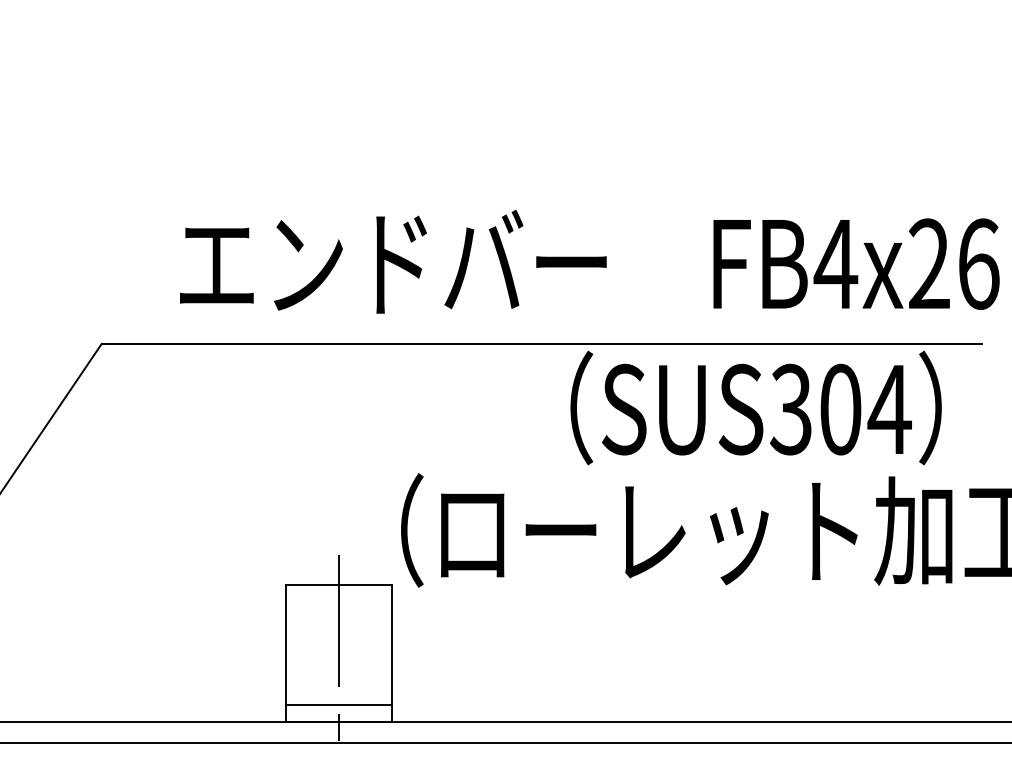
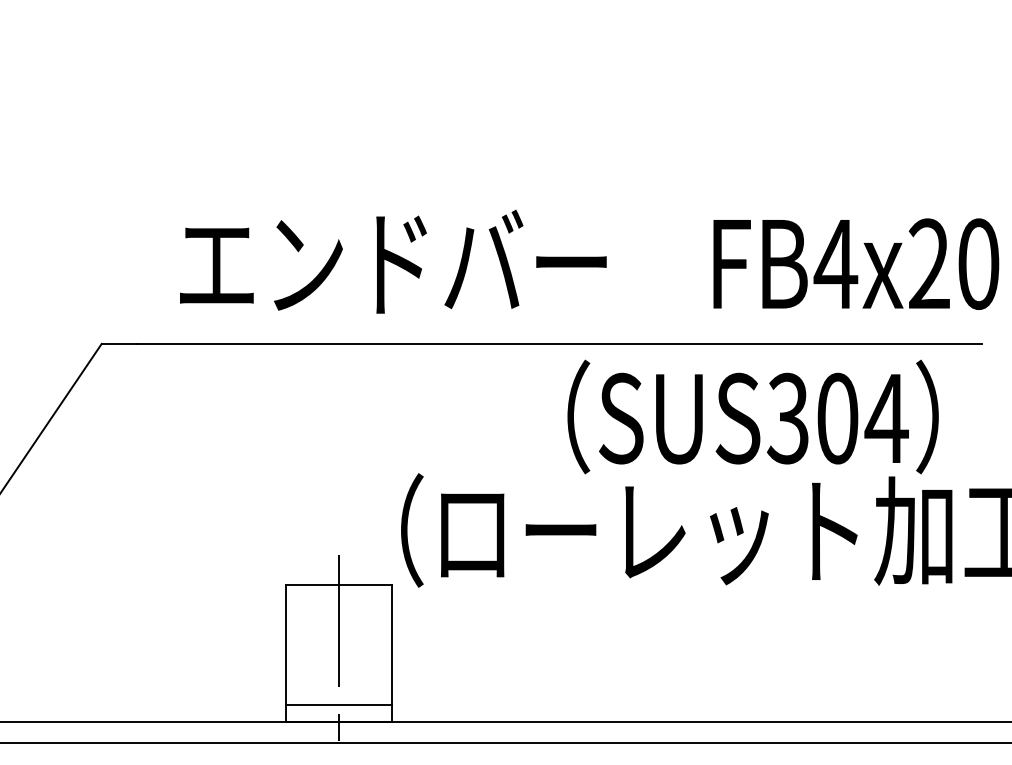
text at (978, 263): FB4x26 -> FB4x20
text at (755, 407) position: (755, 407) -> (752, 416)
